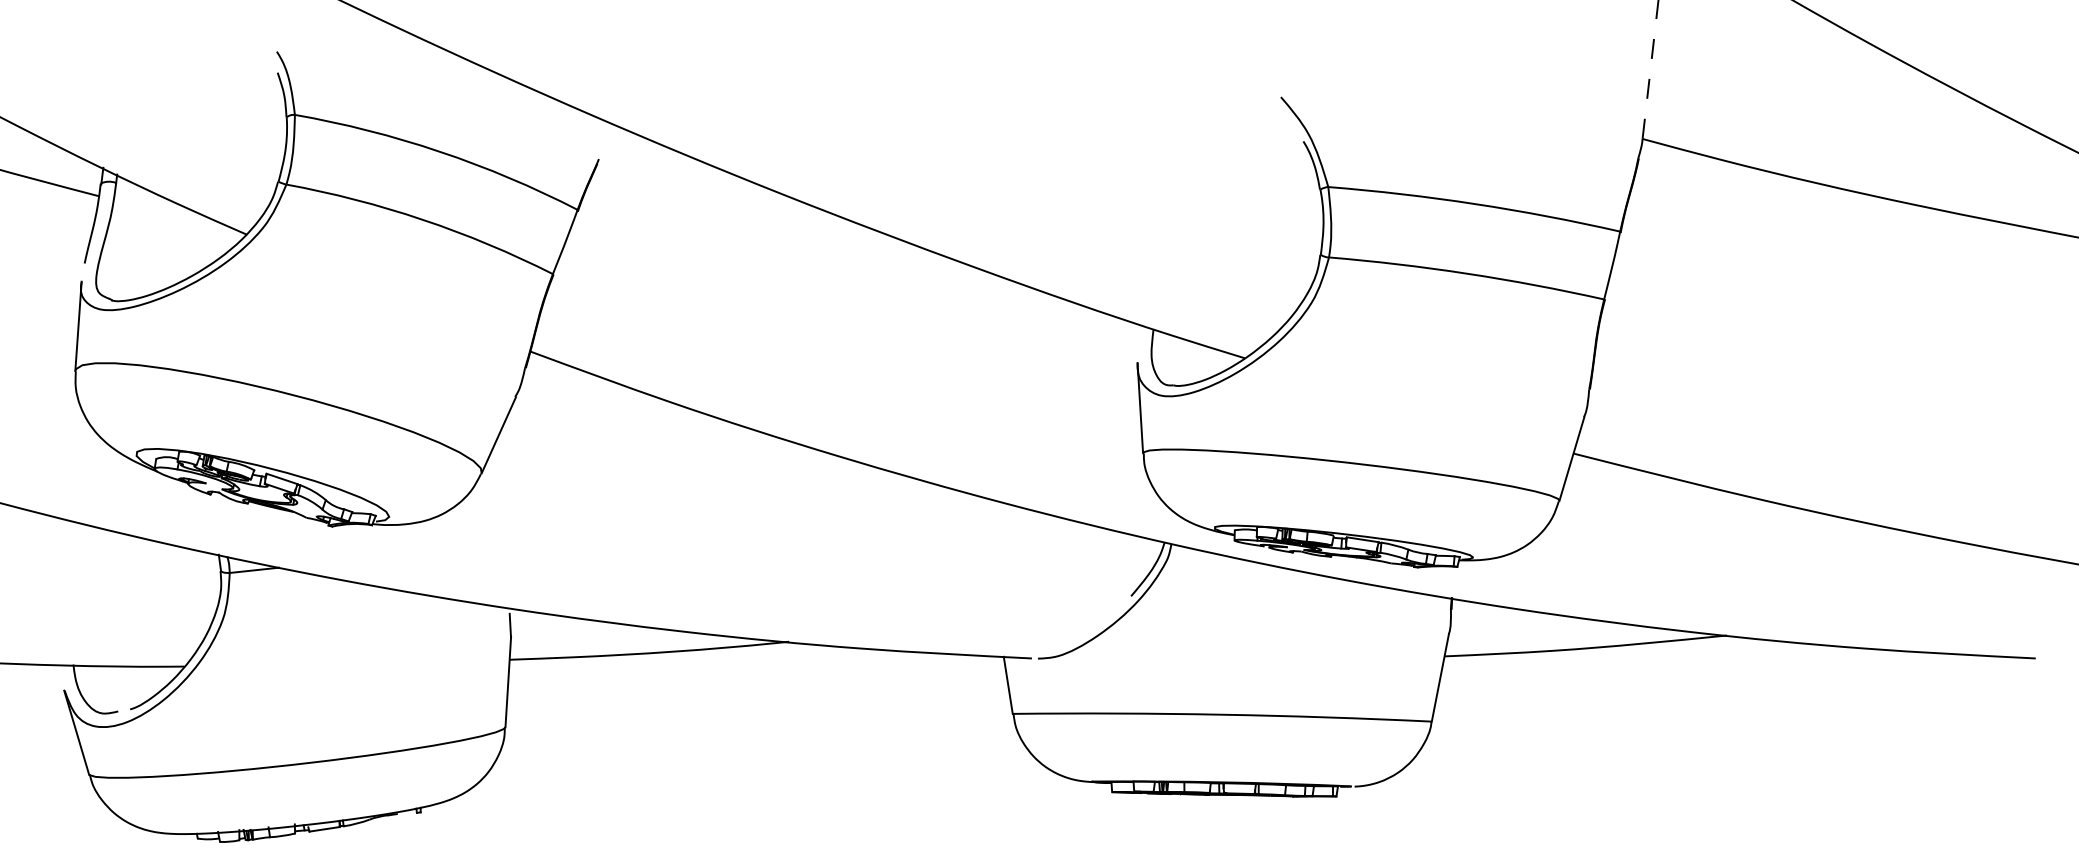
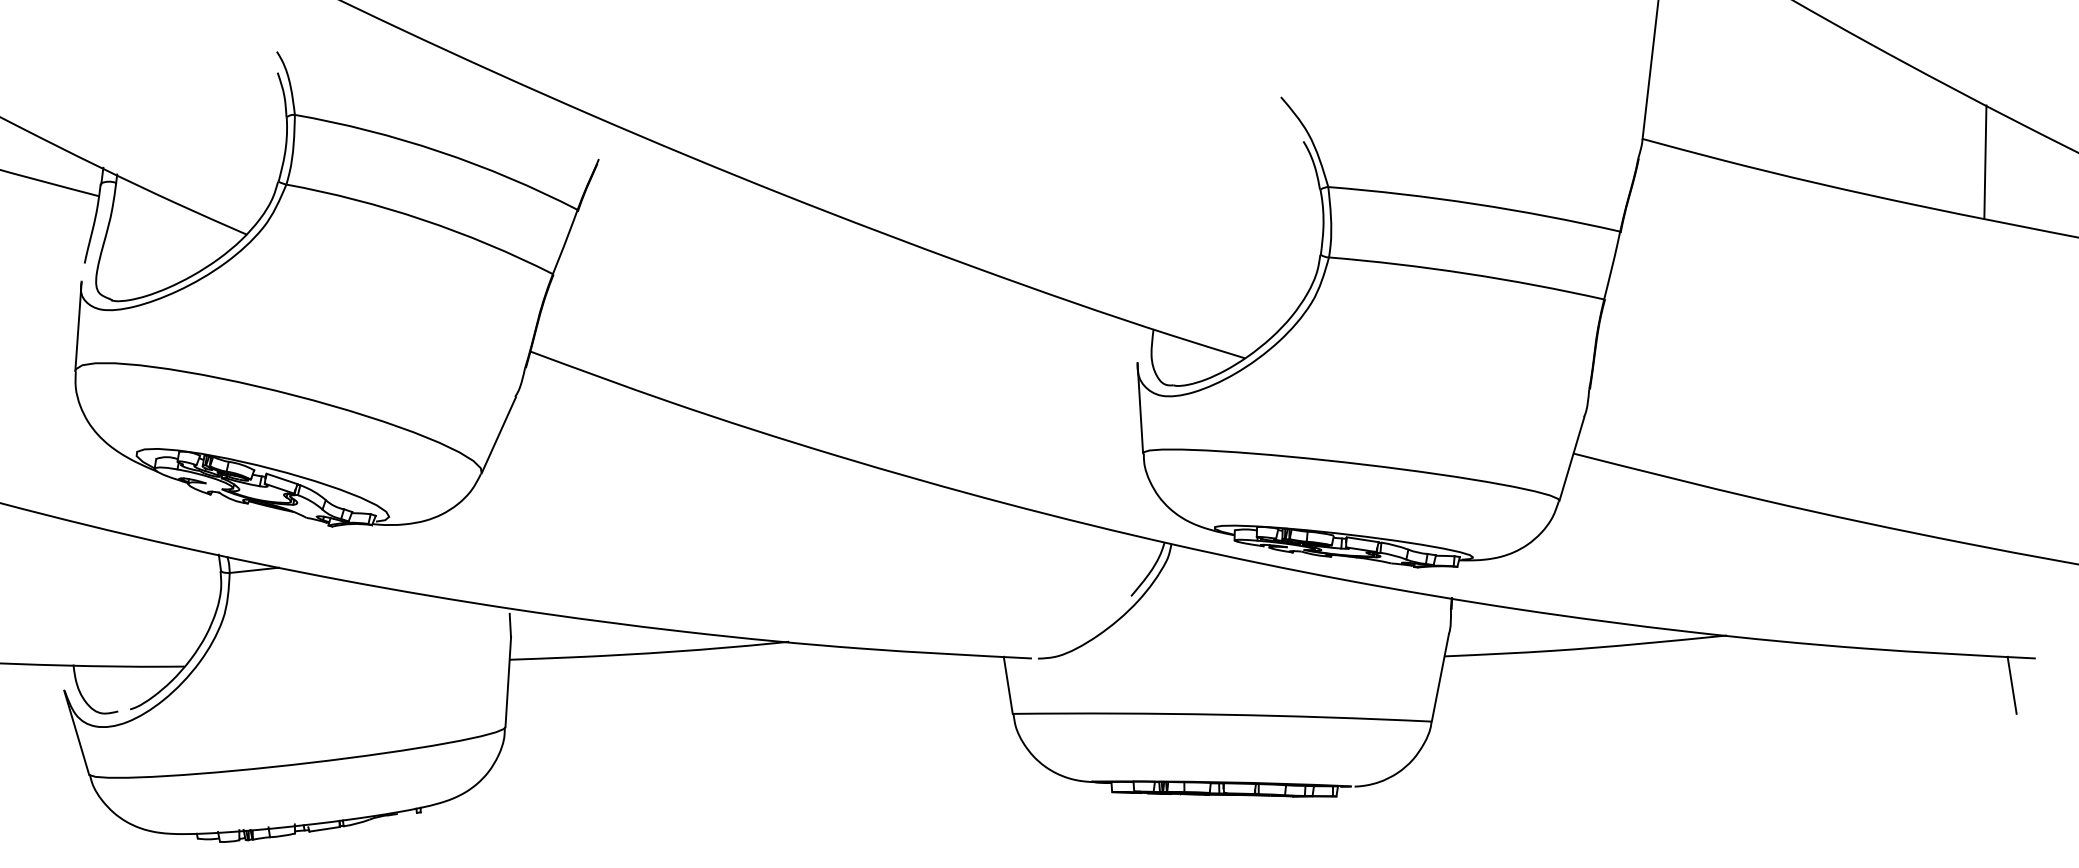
line at (1650, 69): dashed -> solid
line at (1985, 161): none -> present
line at (2011, 684): none -> present
